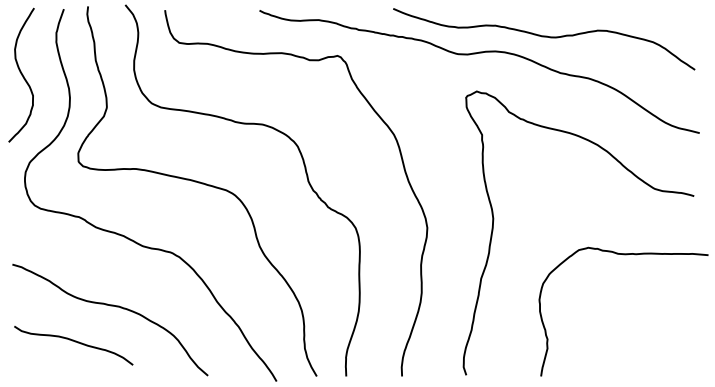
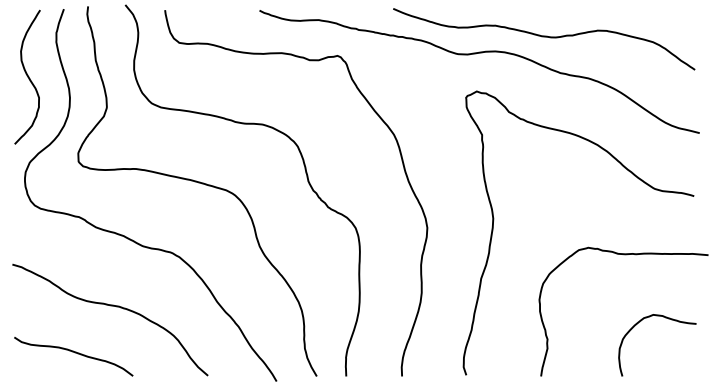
curve at (21, 74) position: (21, 74) -> (27, 76)
curve at (665, 318): none -> present
curve at (75, 342) position: (75, 342) -> (75, 353)
